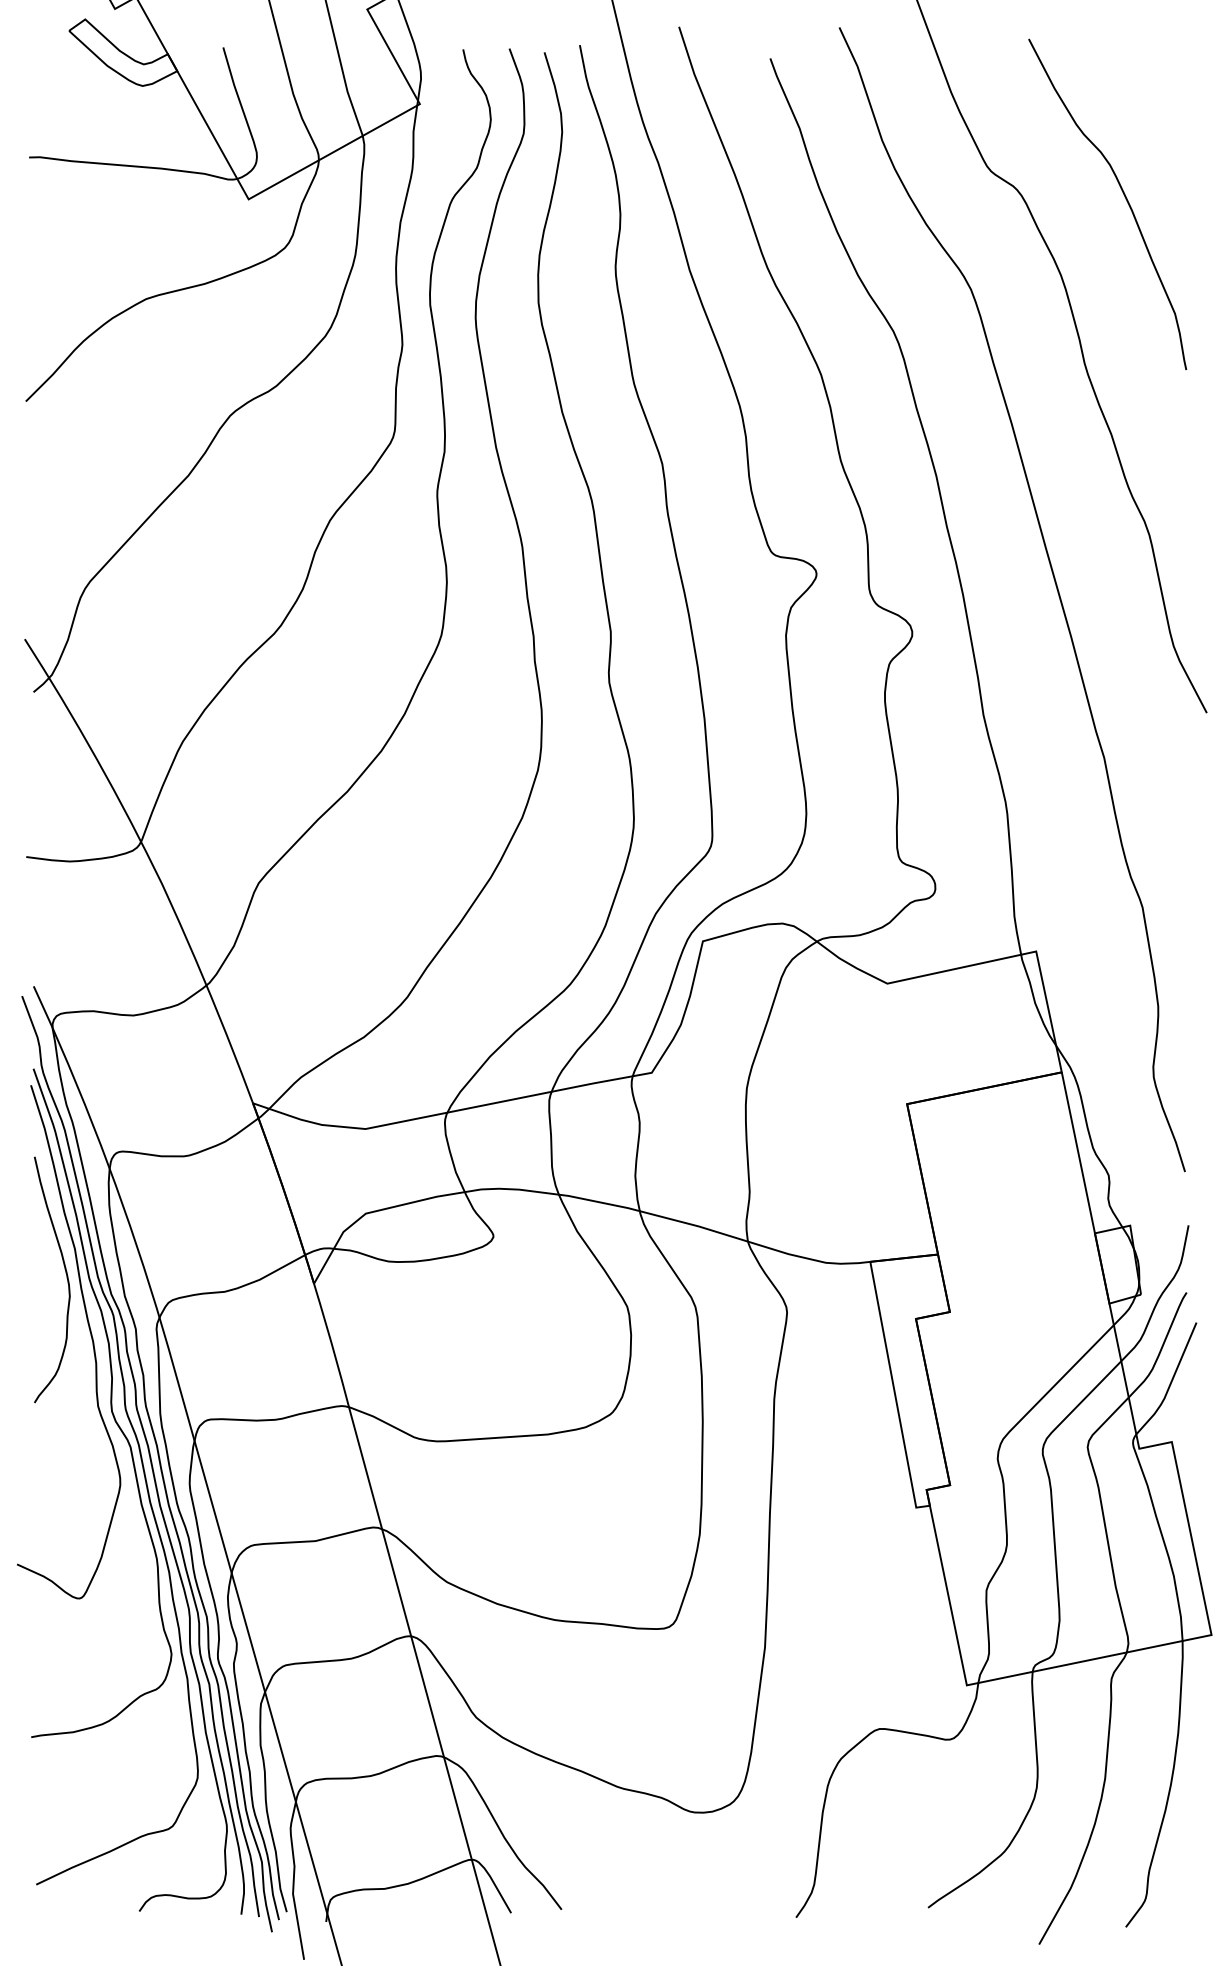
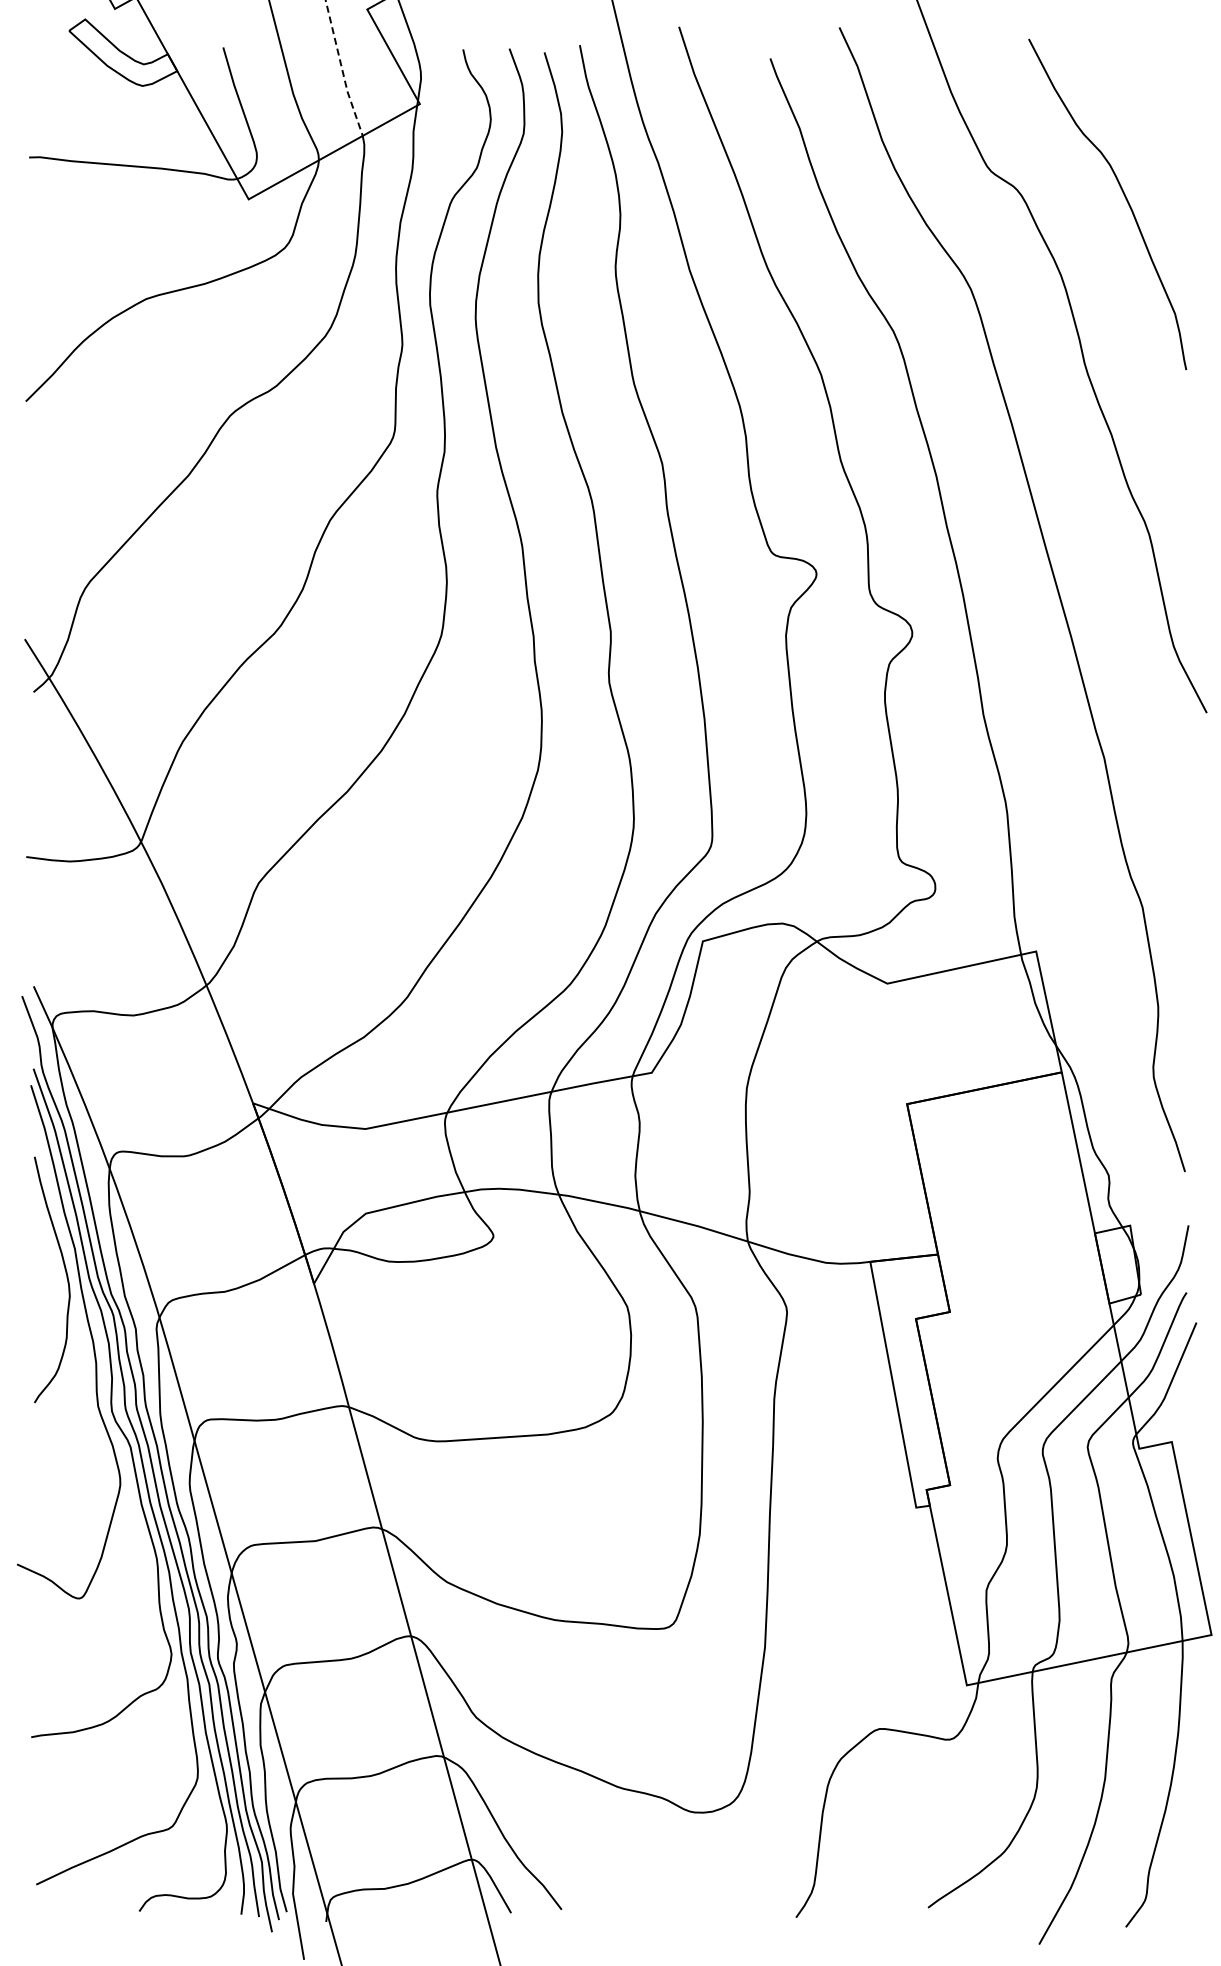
line at (342, 69): solid -> dashed
